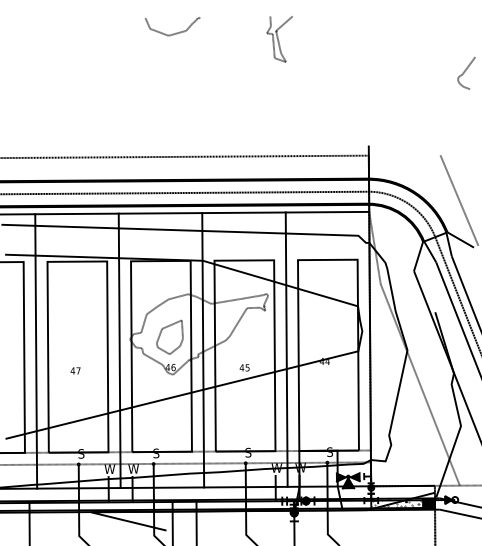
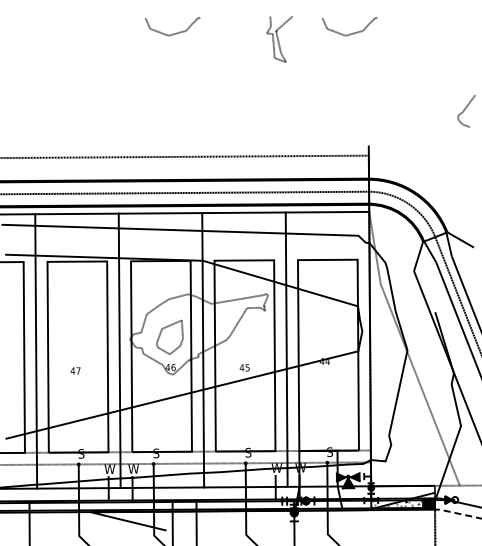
curve at (349, 33): none -> present
curve at (465, 72) position: (465, 72) -> (465, 110)
line at (459, 200): present -> none
line at (460, 514): solid -> dashed
